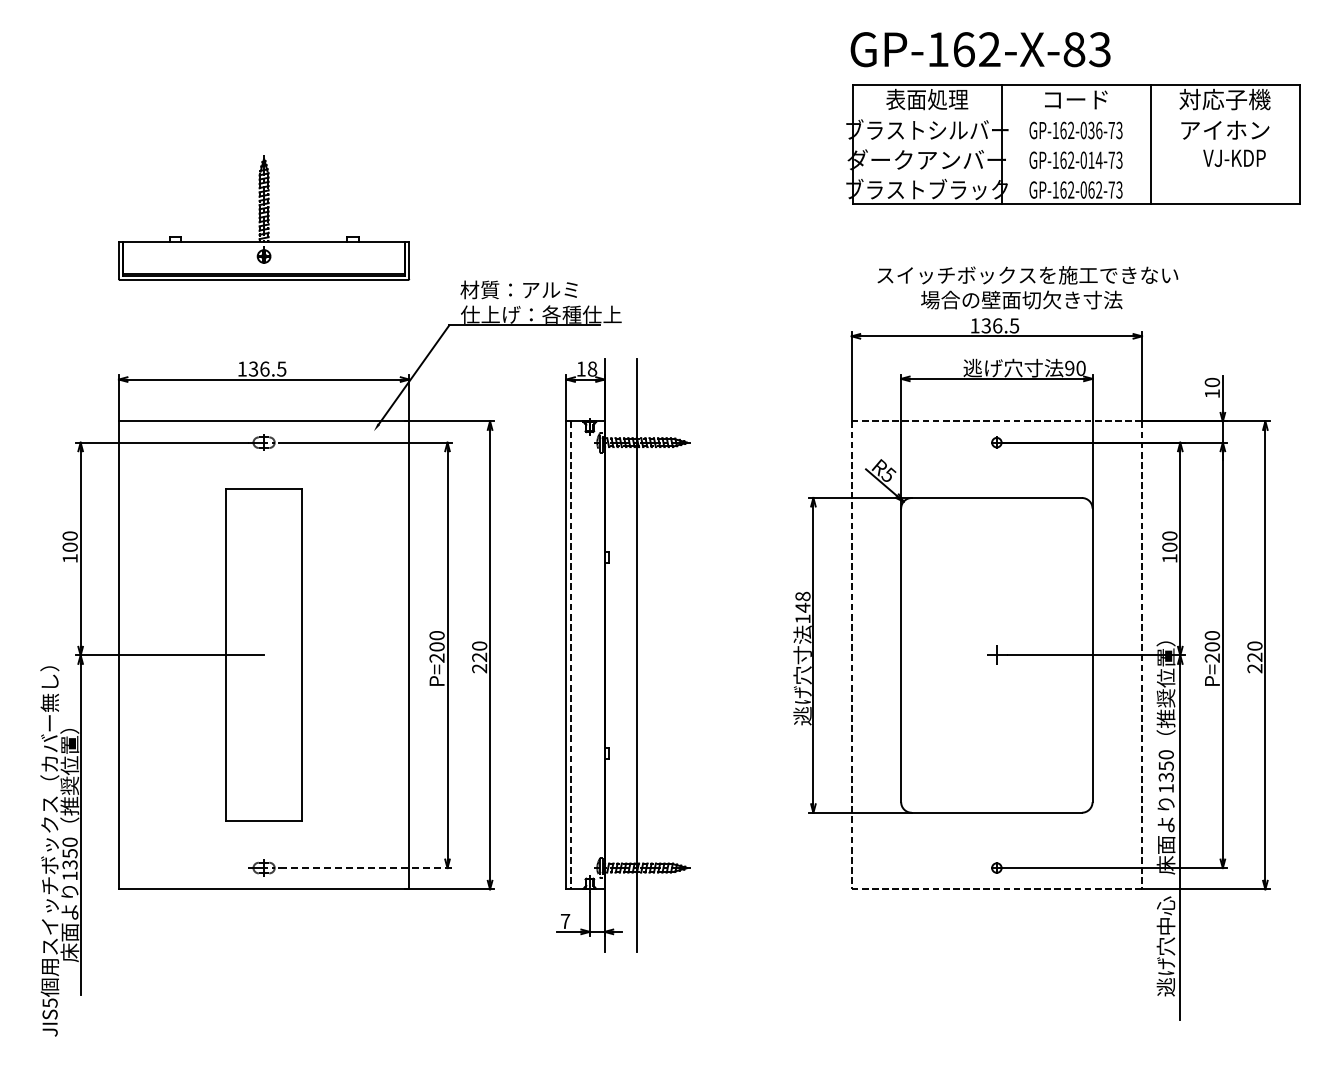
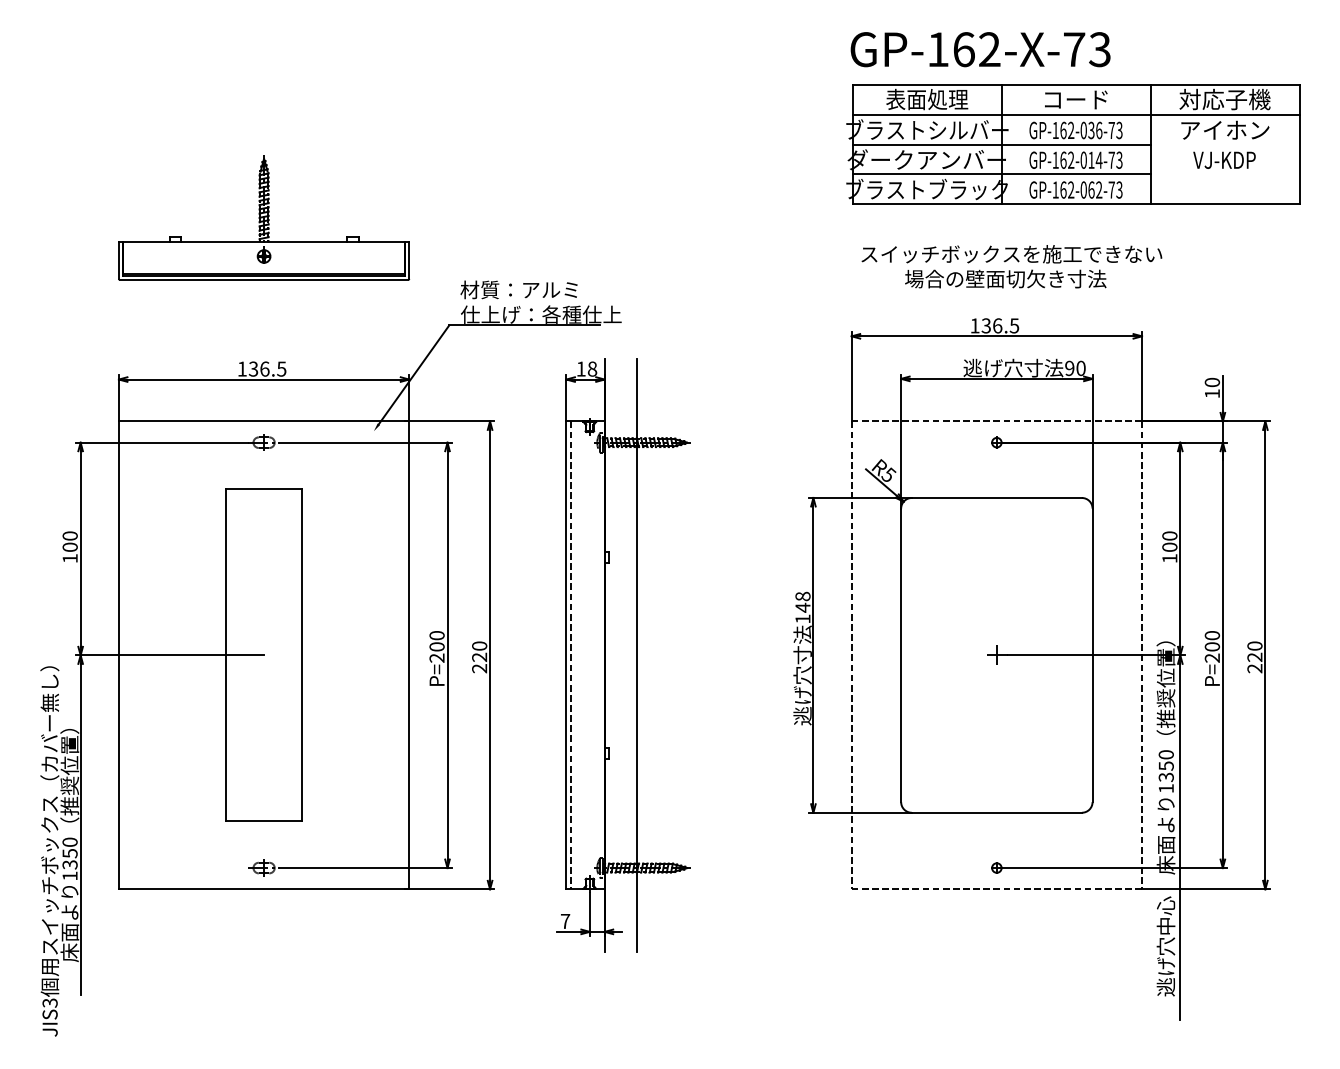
text at (1074, 49): GP-162-X-83 -> GP-162-X-73
line at (1076, 114): none -> present
line at (1001, 144): none -> present
text at (1234, 157) position: (1234, 157) -> (1224, 159)
line at (1001, 174): none -> present
text at (1027, 287) position: (1027, 287) -> (1011, 266)
line at (366, 868): dashed -> solid
text at (49, 1002): JIS5 -> JIS3
